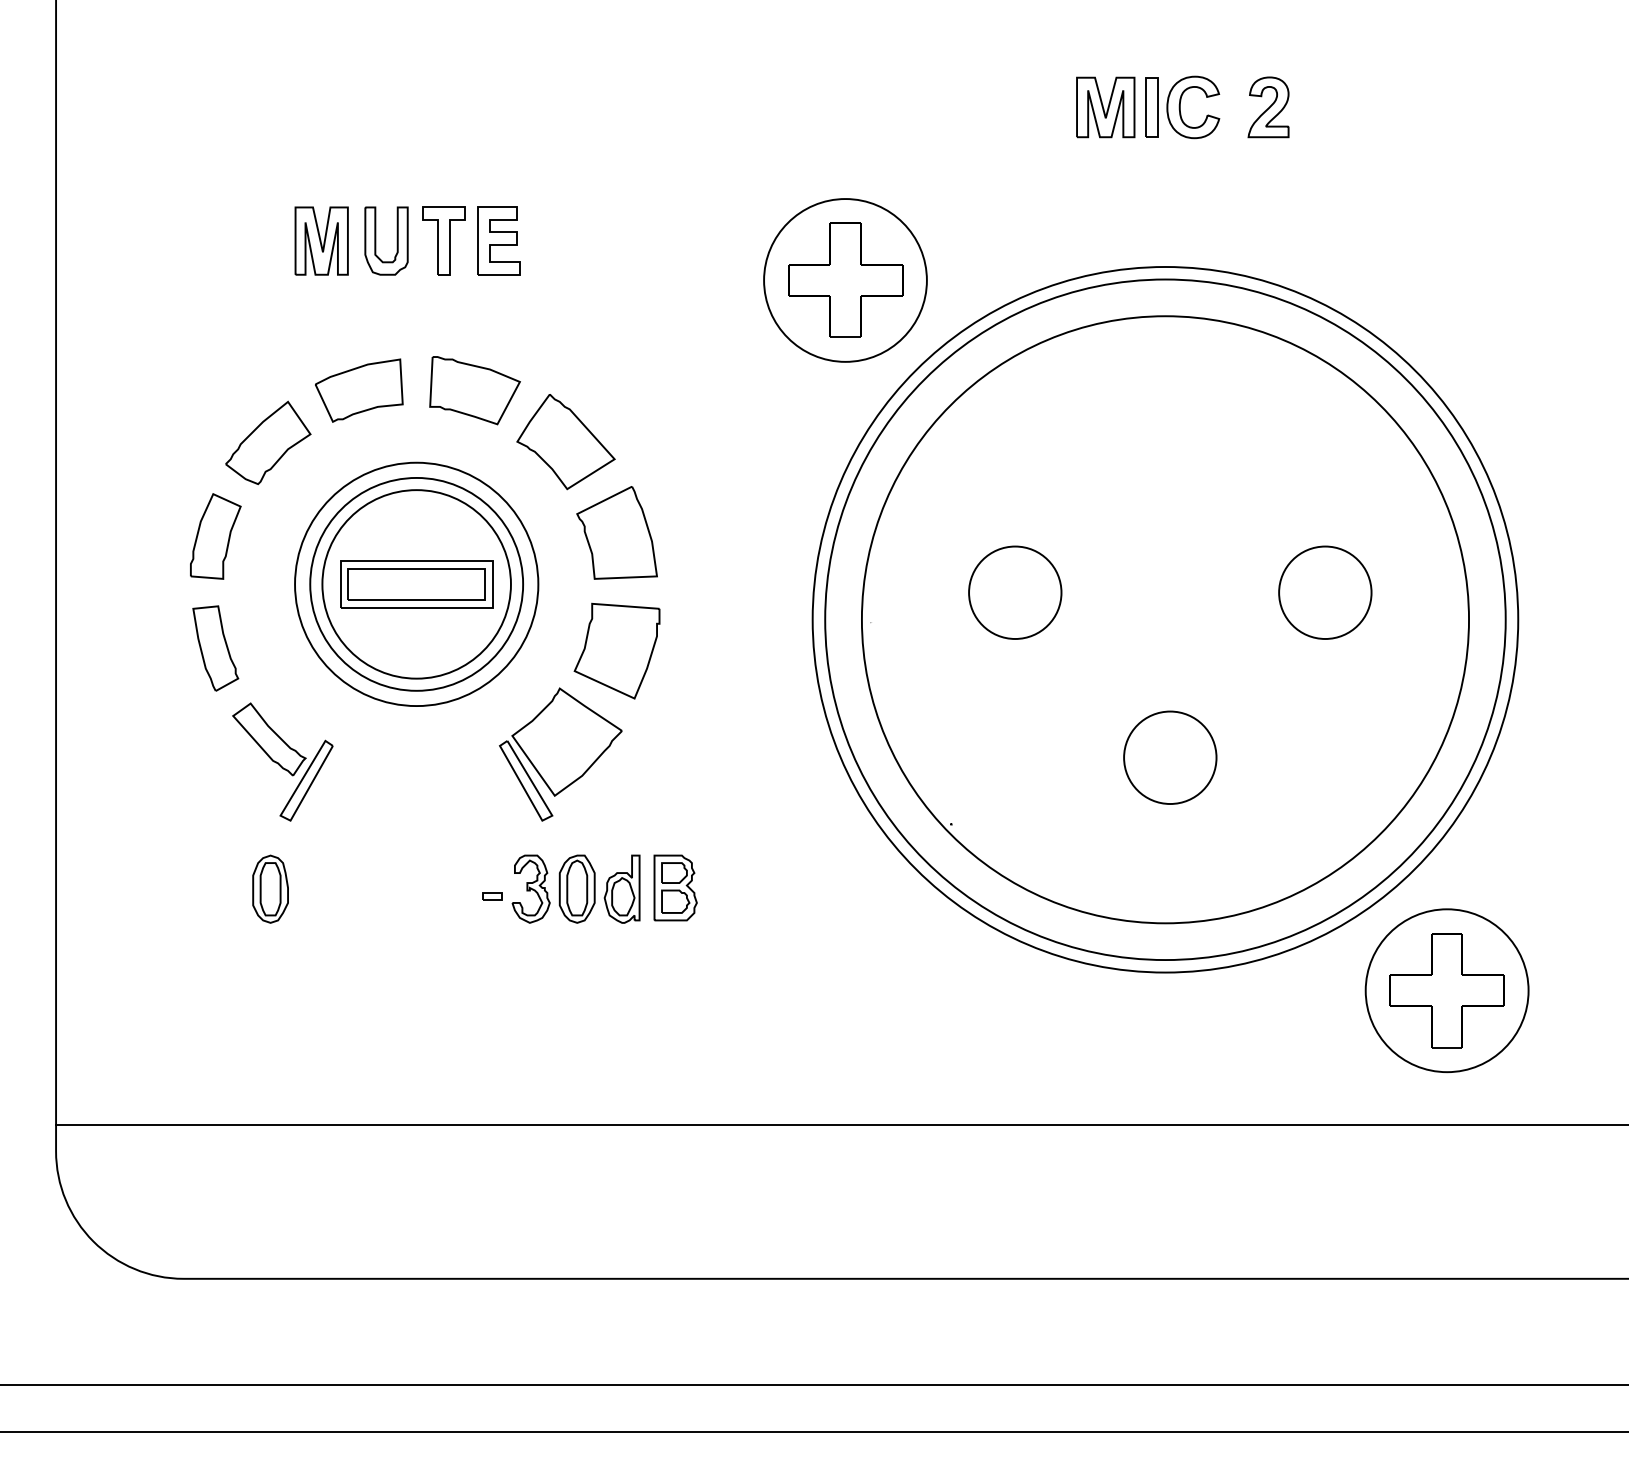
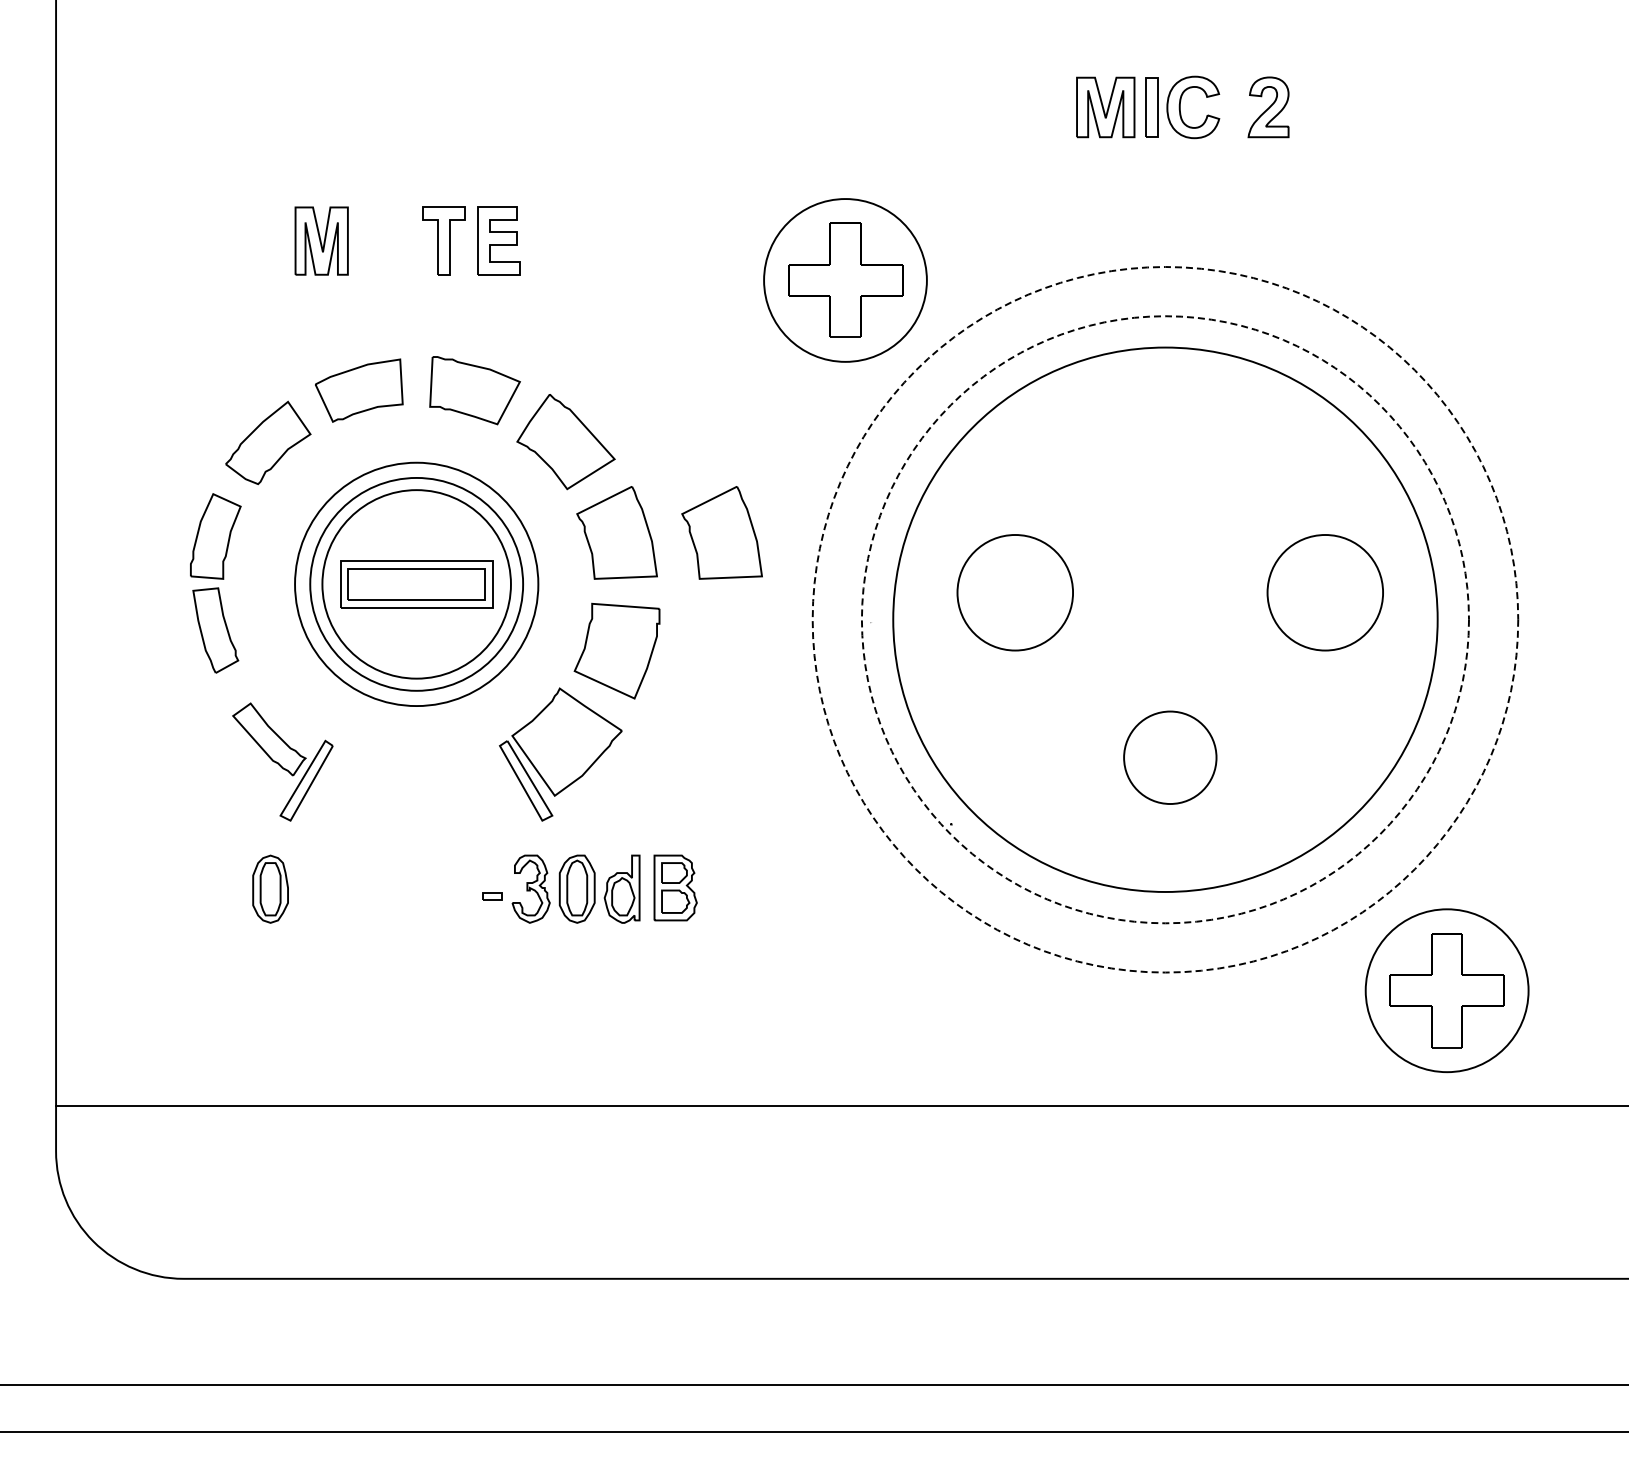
part at (376, 240): present -> none
part at (721, 532): none -> present
circle at (1015, 592) diameter: 92 px -> 116 px
circle at (1325, 592) diameter: 92 px -> 116 px
circle at (1165, 619) diameter: 681 px -> 544 px
circle at (1165, 619): solid -> dashed
circle at (1165, 619): solid -> dashed
part at (215, 648) position: (215, 648) -> (215, 630)
line at (840, 1124) position: (840, 1124) -> (840, 1105)
